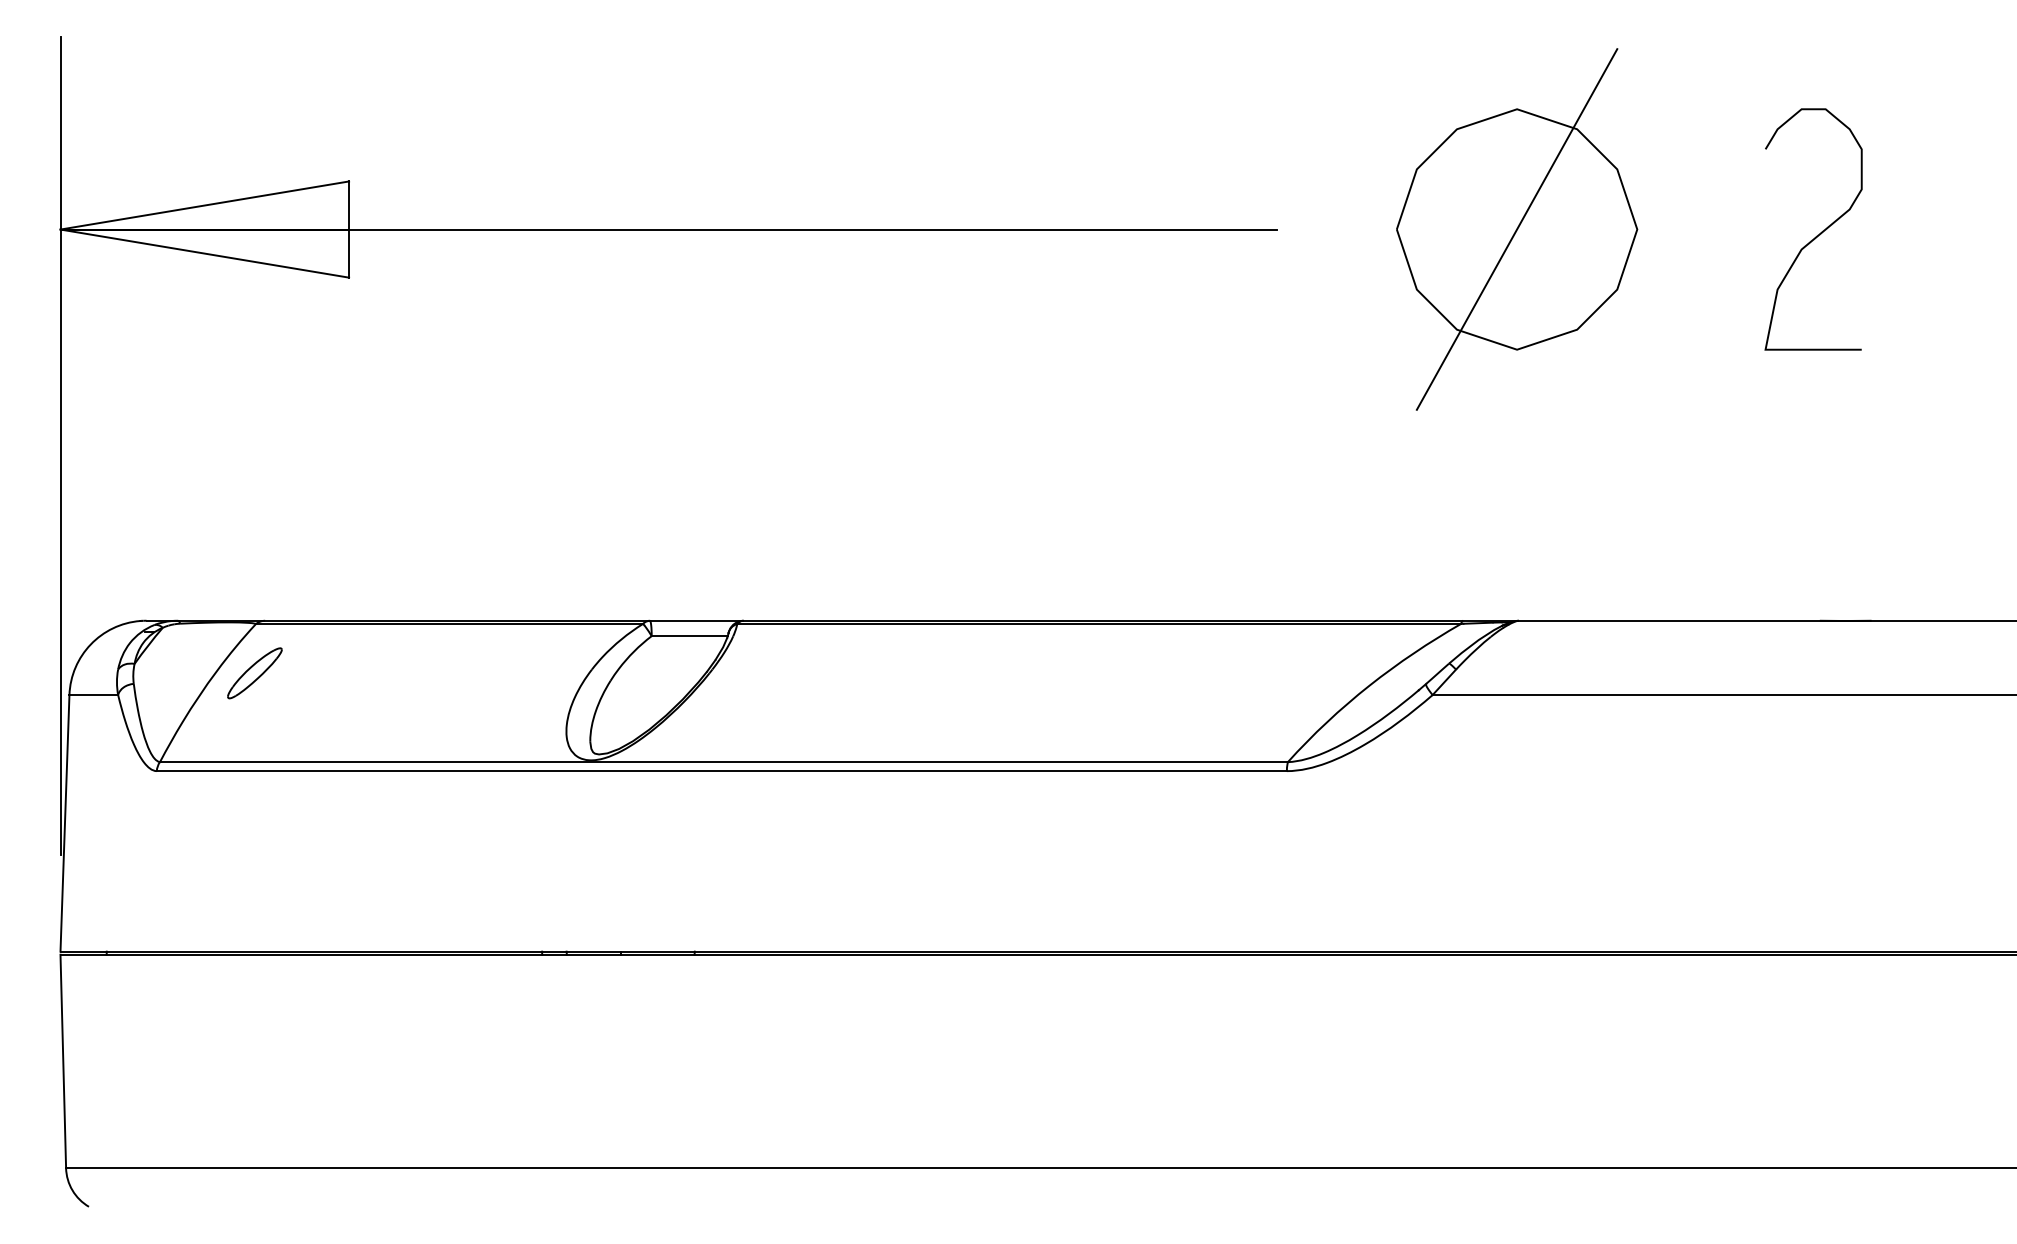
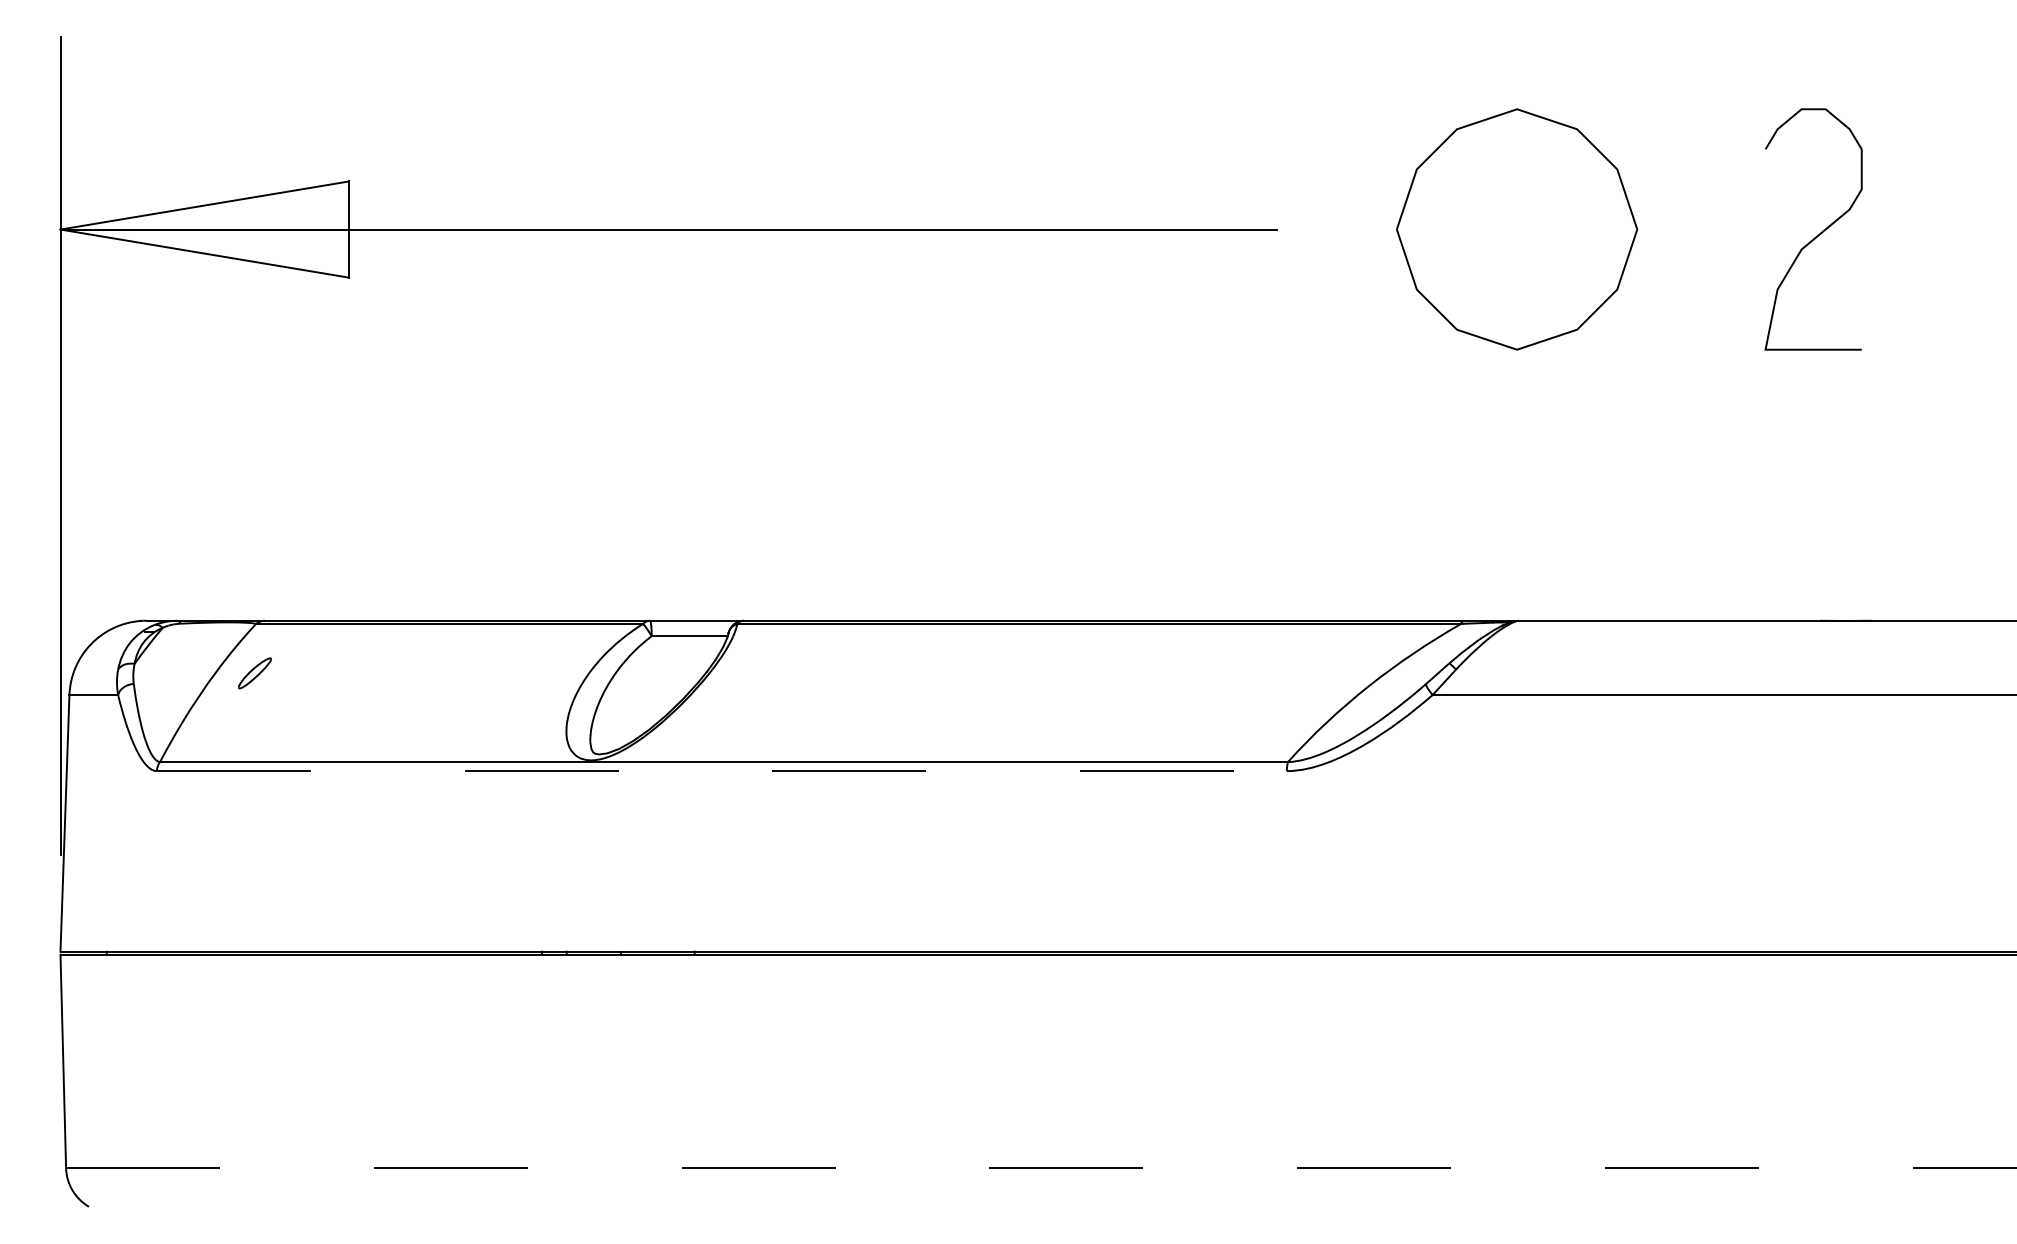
line at (1516, 229): present -> none
part at (254, 673) size: 56x53 px -> 34x33 px
line at (722, 771): solid -> dashed
line at (1041, 1168): solid -> dashed
